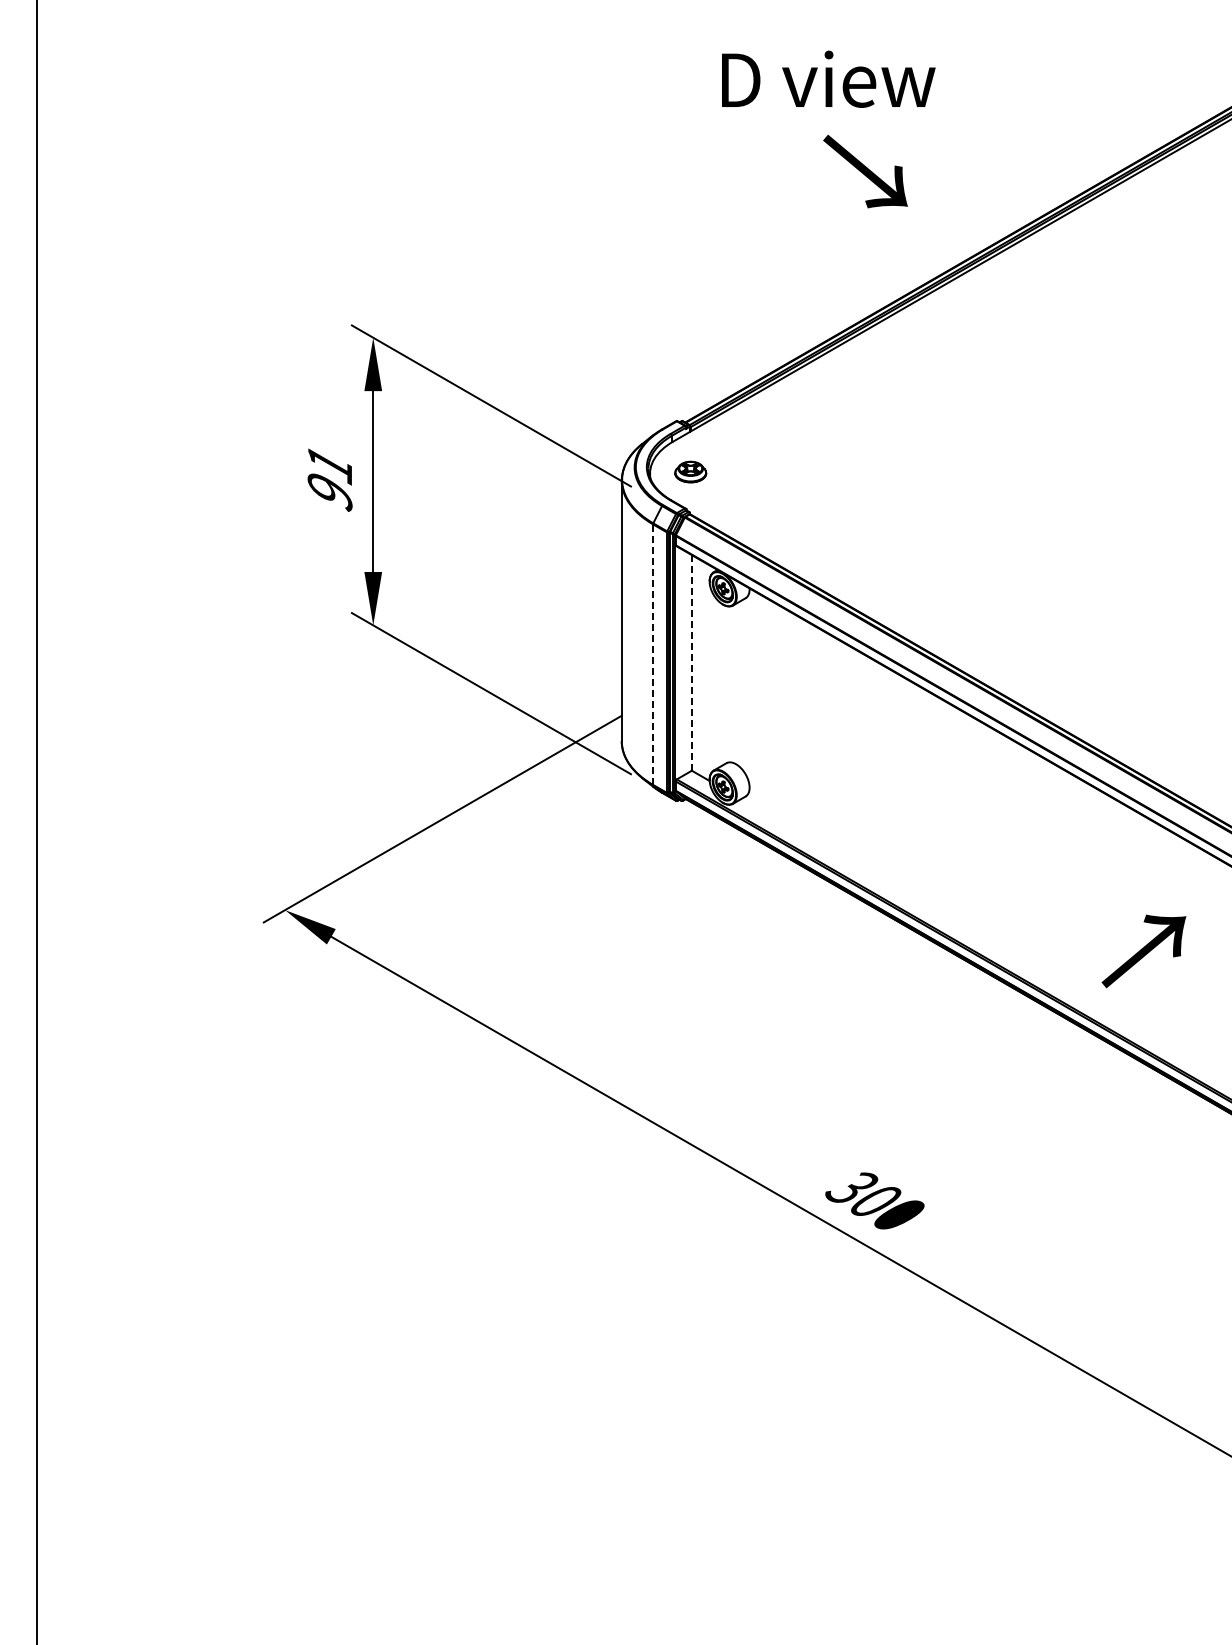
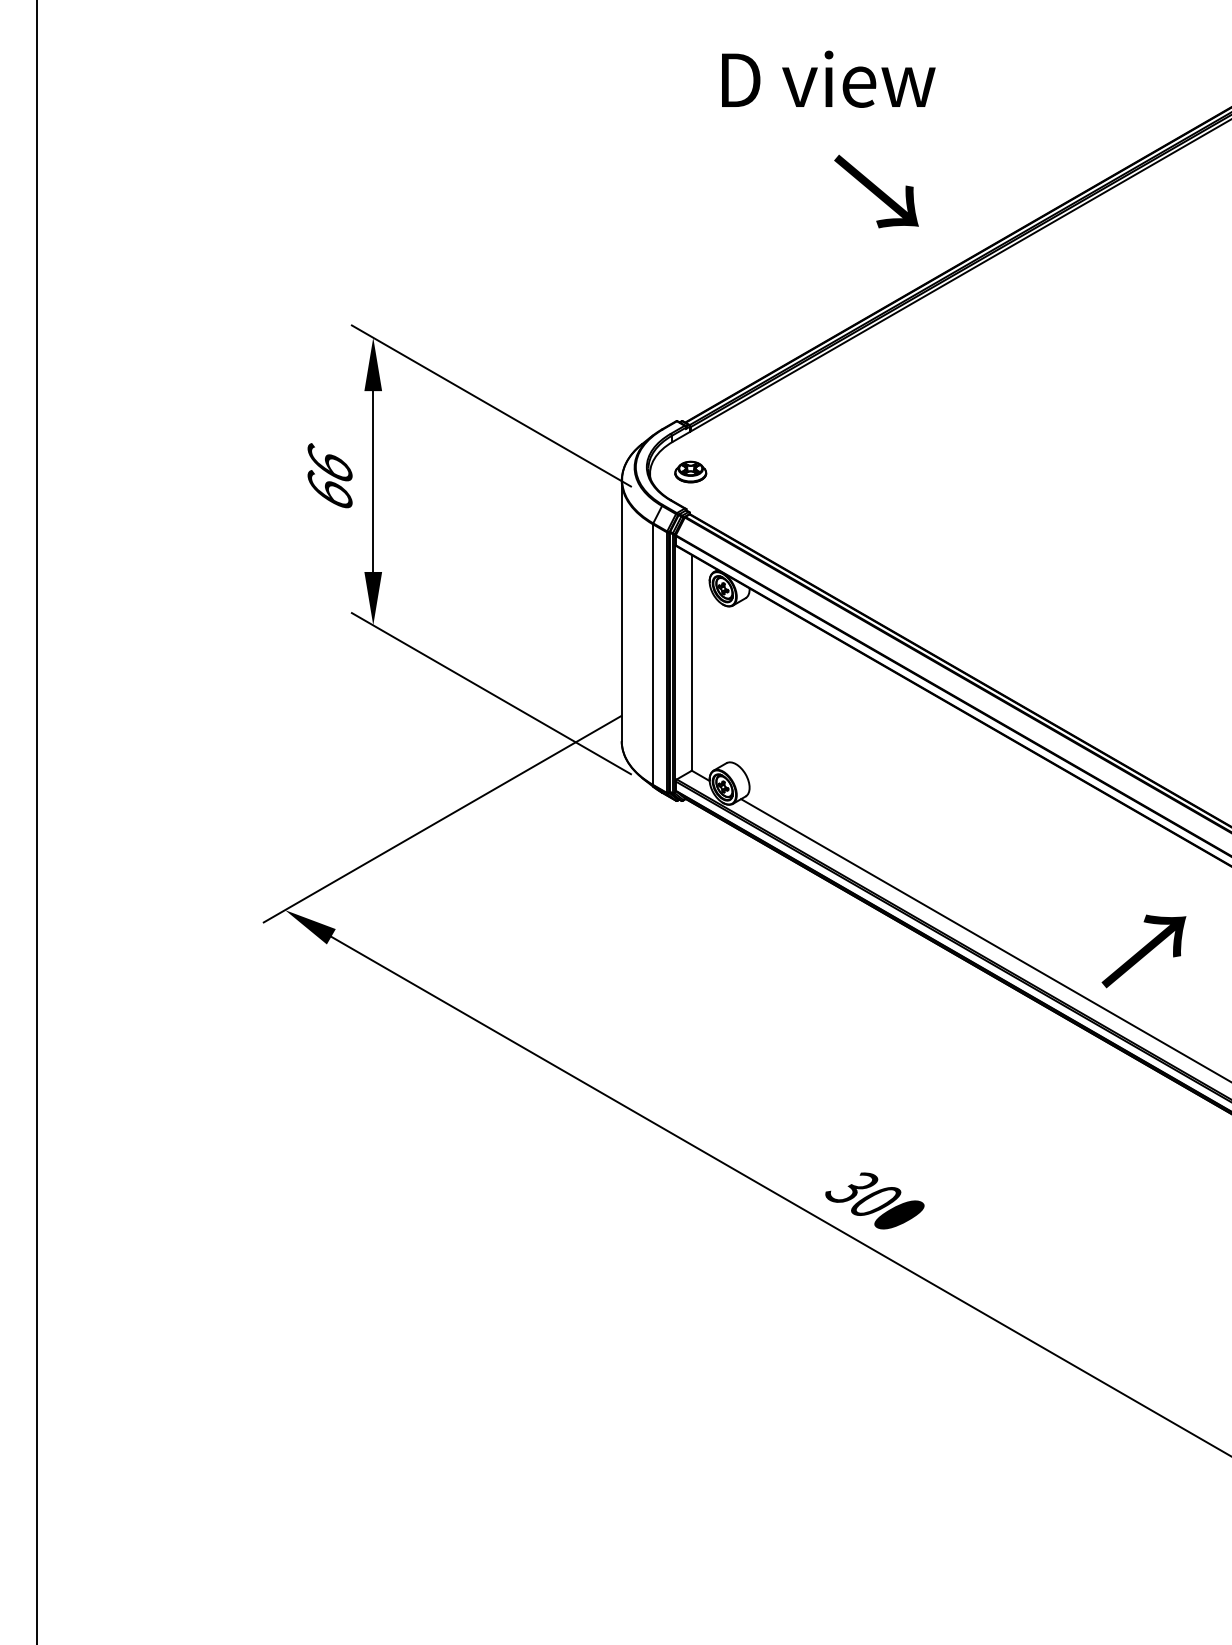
text at (865, 171) position: (865, 171) -> (876, 191)
text at (329, 477): 91 -> 66
line at (653, 654): dashed -> solid
line at (691, 662): dashed -> solid
line at (984, 939): none -> present
